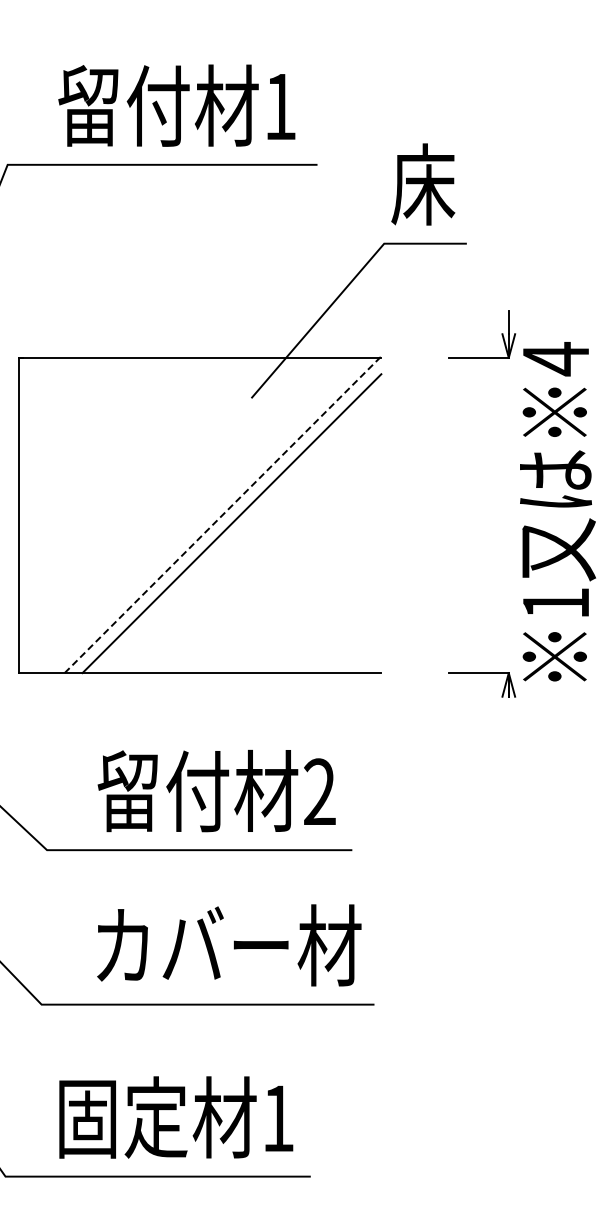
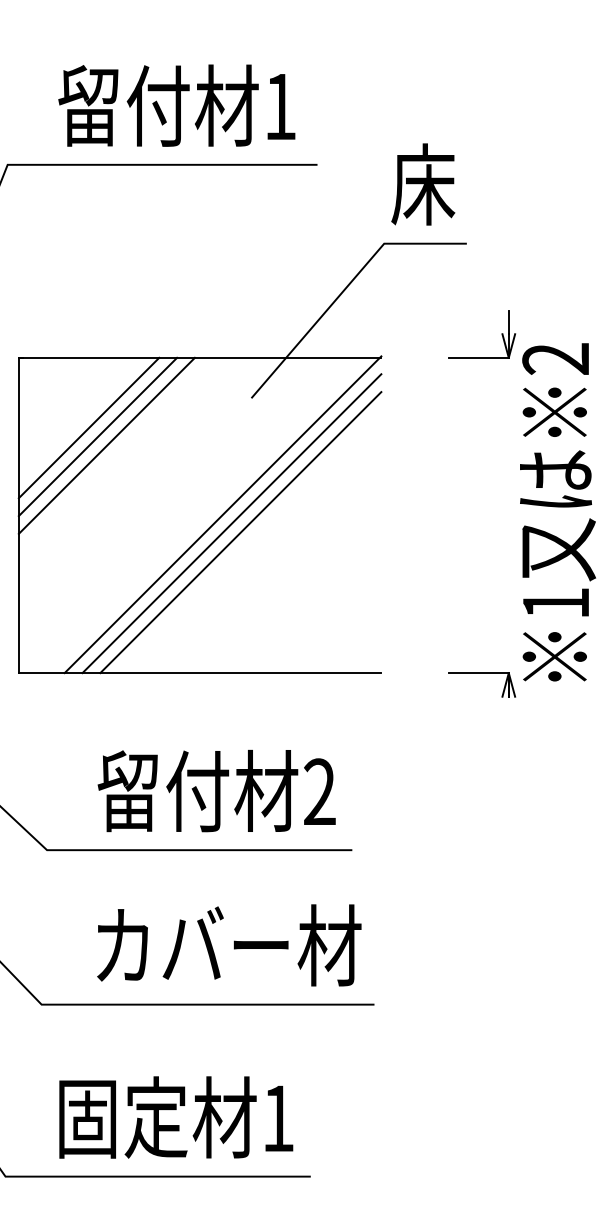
text at (555, 359): 4 -> 2
line at (88, 427): none -> present
line at (97, 436): none -> present
line at (106, 445): none -> present
line at (223, 514): dashed -> solid
line at (240, 532): none -> present
